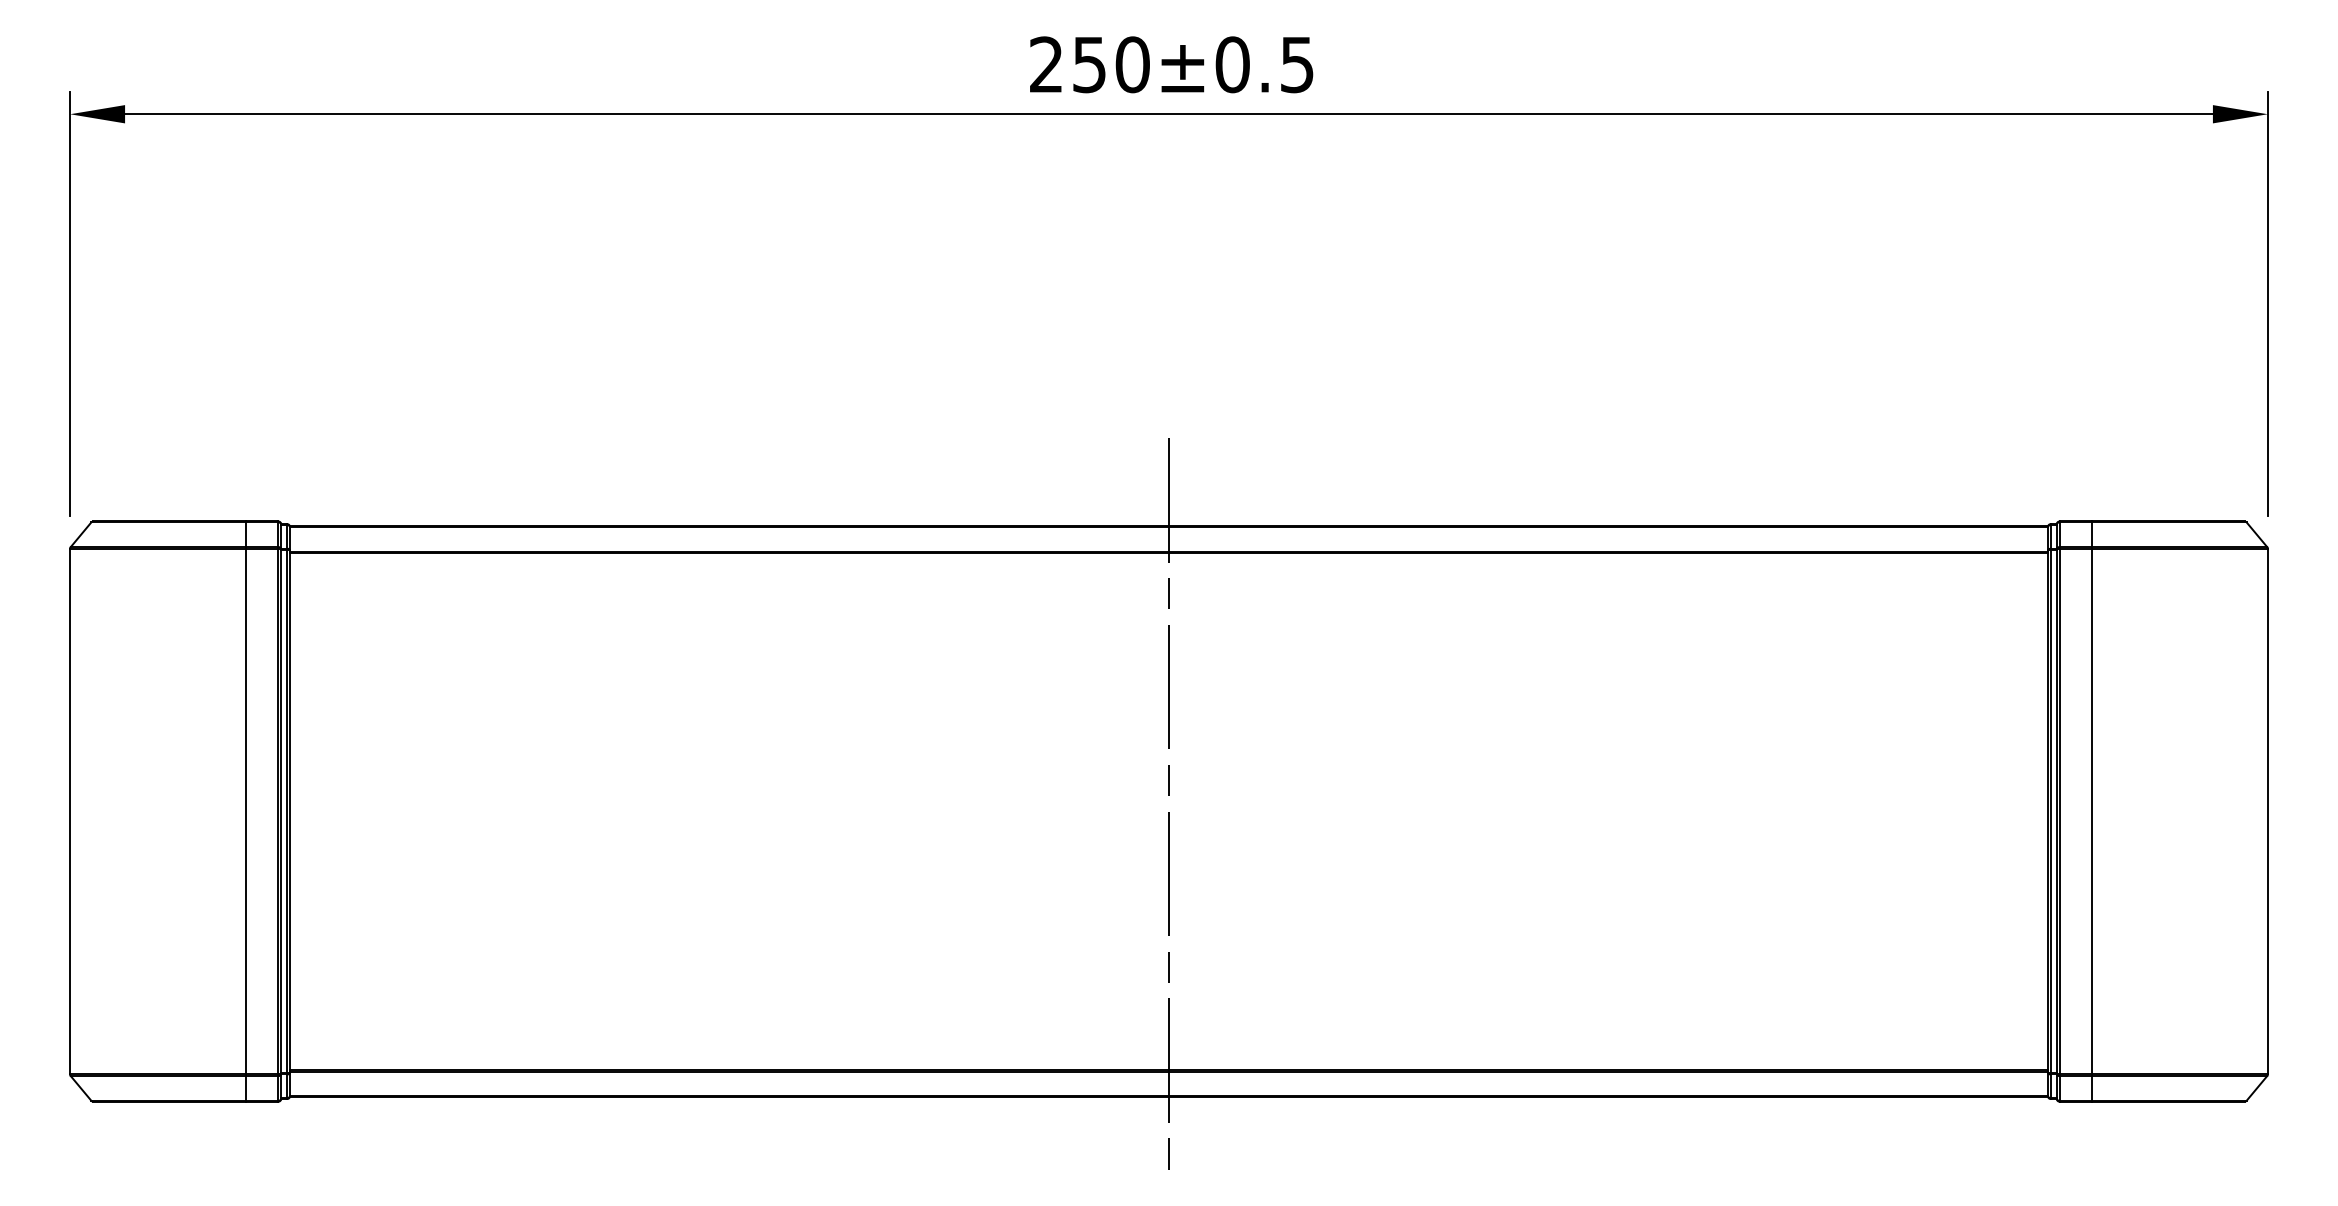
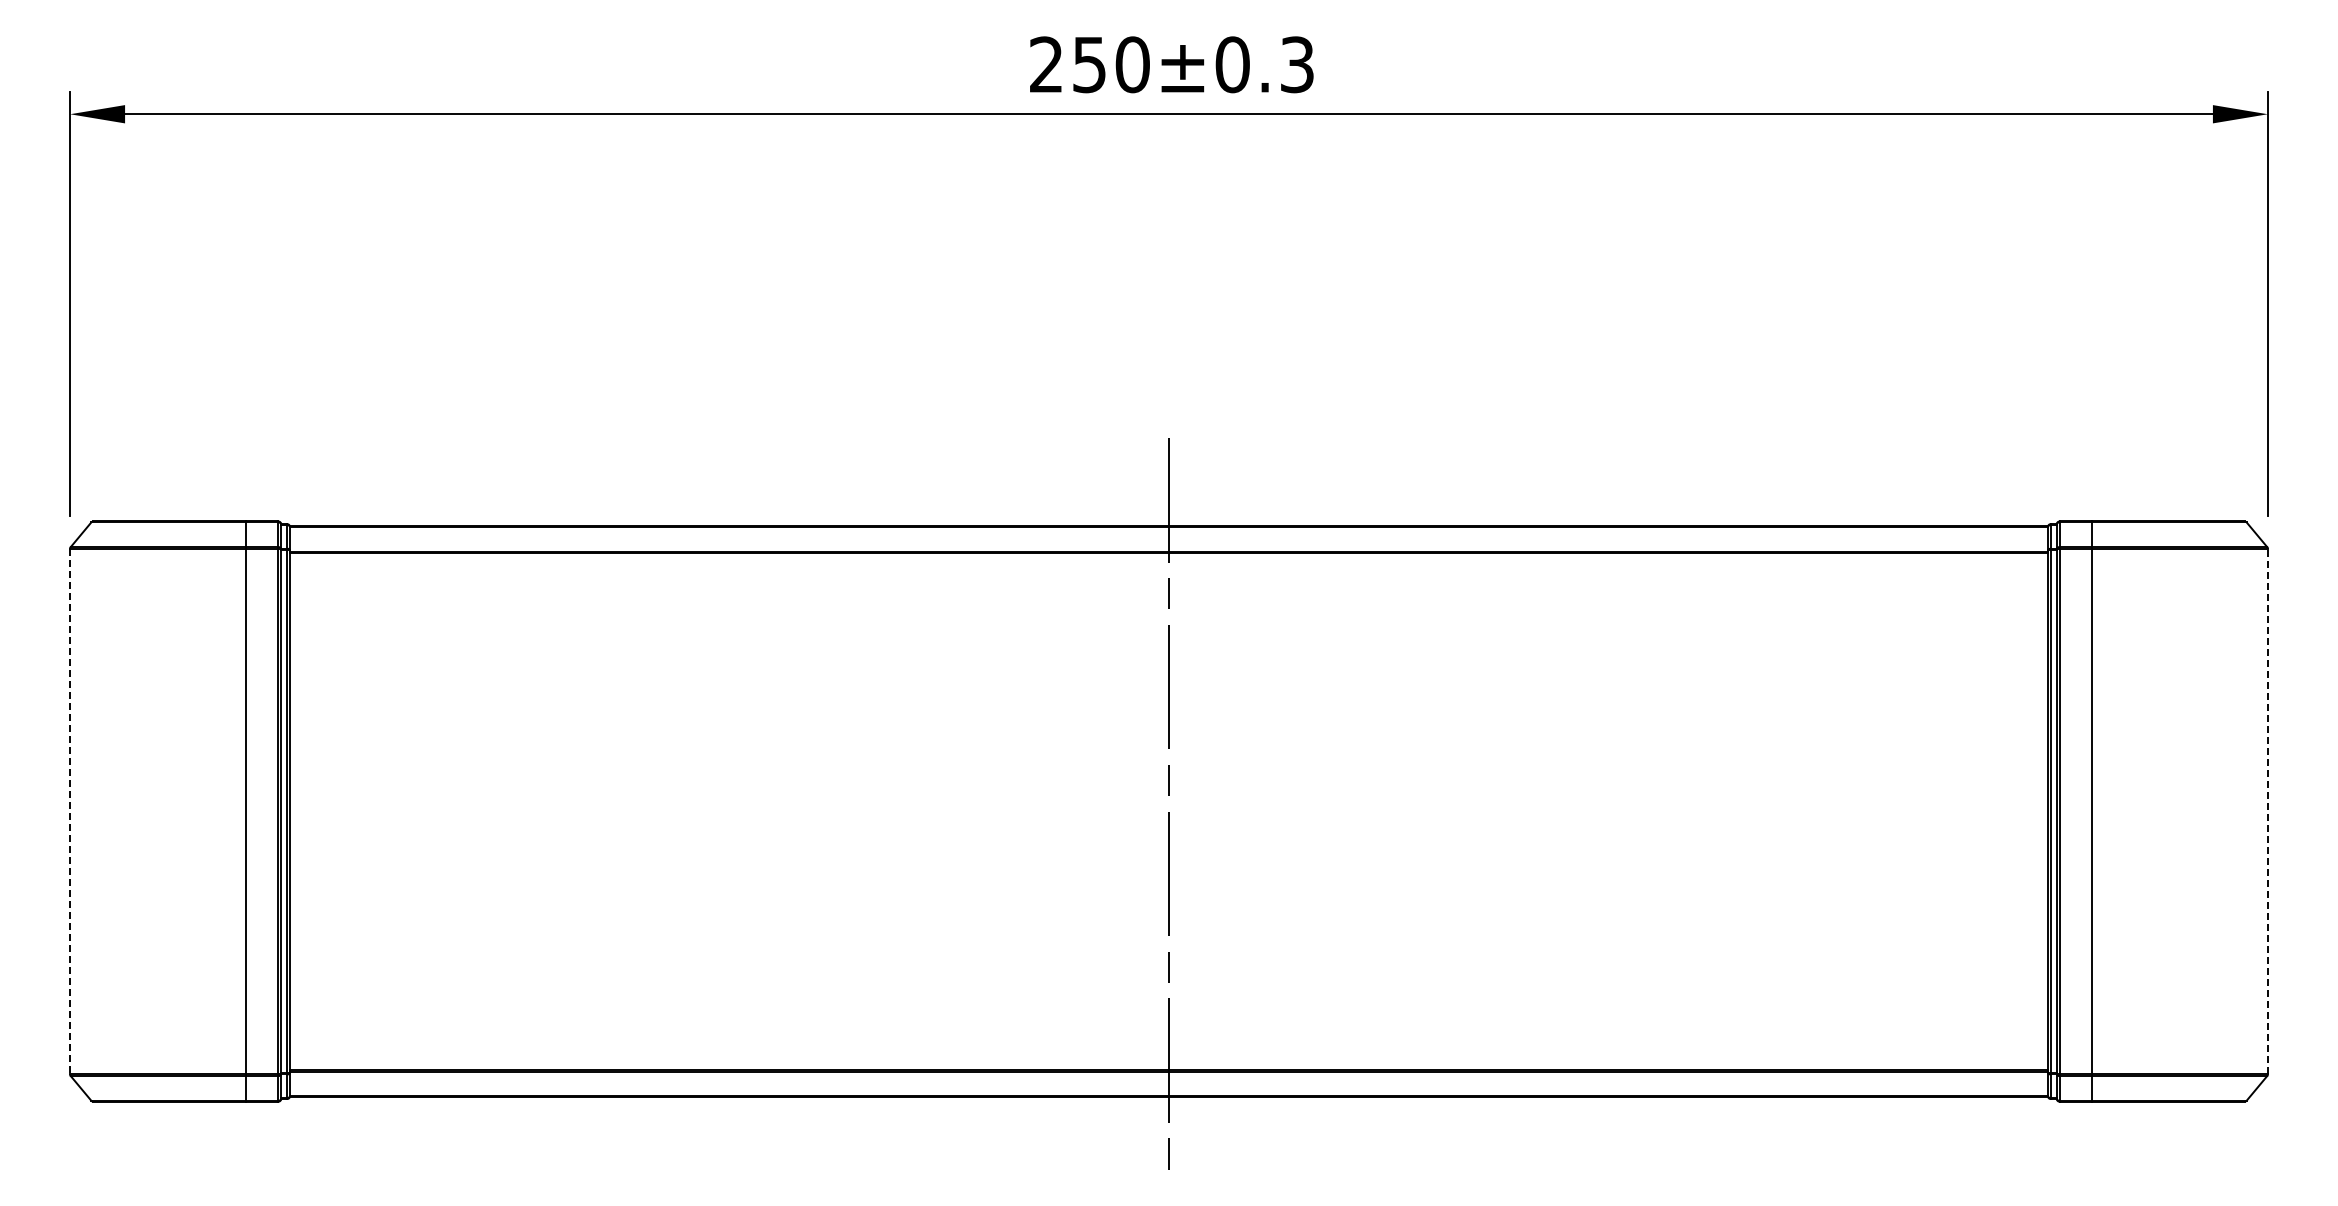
text at (1297, 64): 250±0.5 -> 250±0.3
line at (70, 811): solid -> dashed
line at (2267, 811): solid -> dashed
